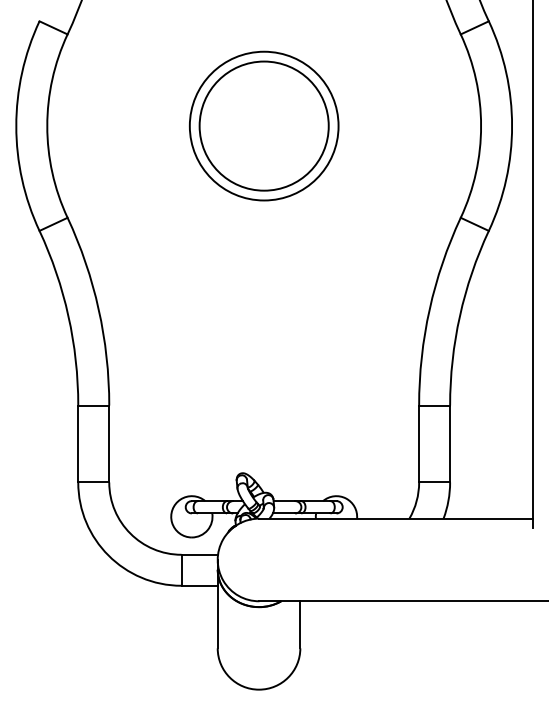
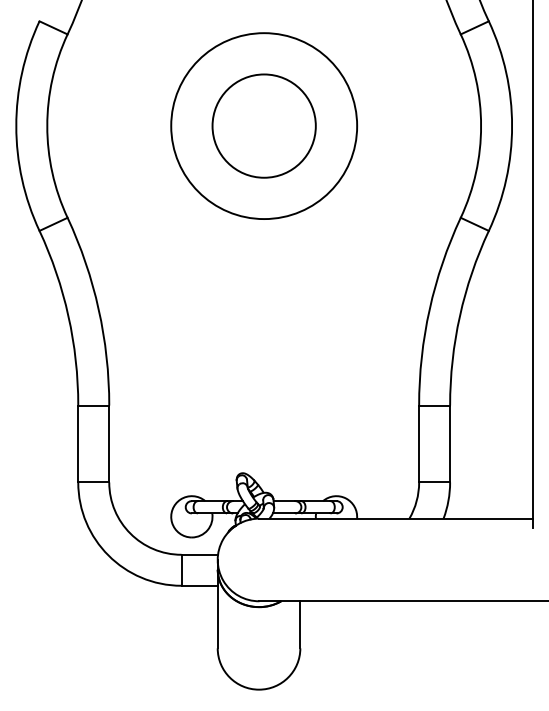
circle at (263, 125) diameter: 129 px -> 103 px
circle at (263, 125) diameter: 149 px -> 186 px
